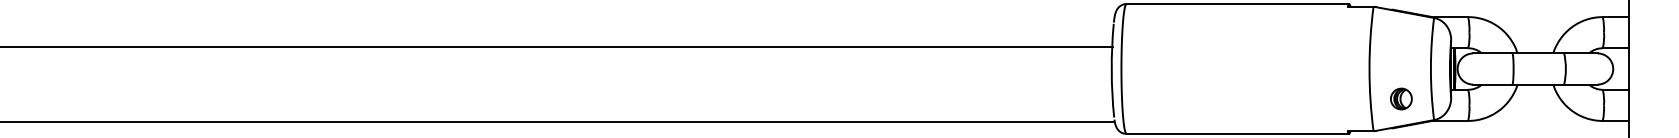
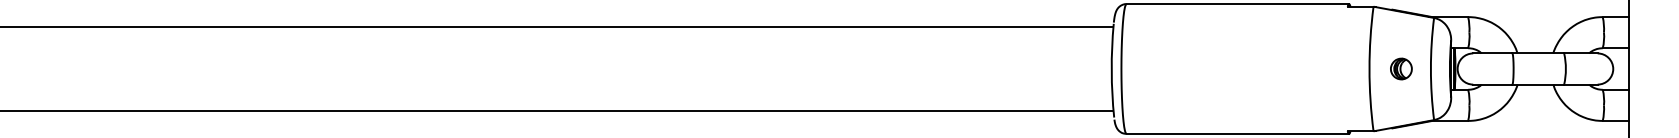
line at (557, 47) position: (557, 47) -> (557, 27)
part at (1401, 98) position: (1401, 98) -> (1401, 68)
line at (557, 121) position: (557, 121) -> (557, 110)
